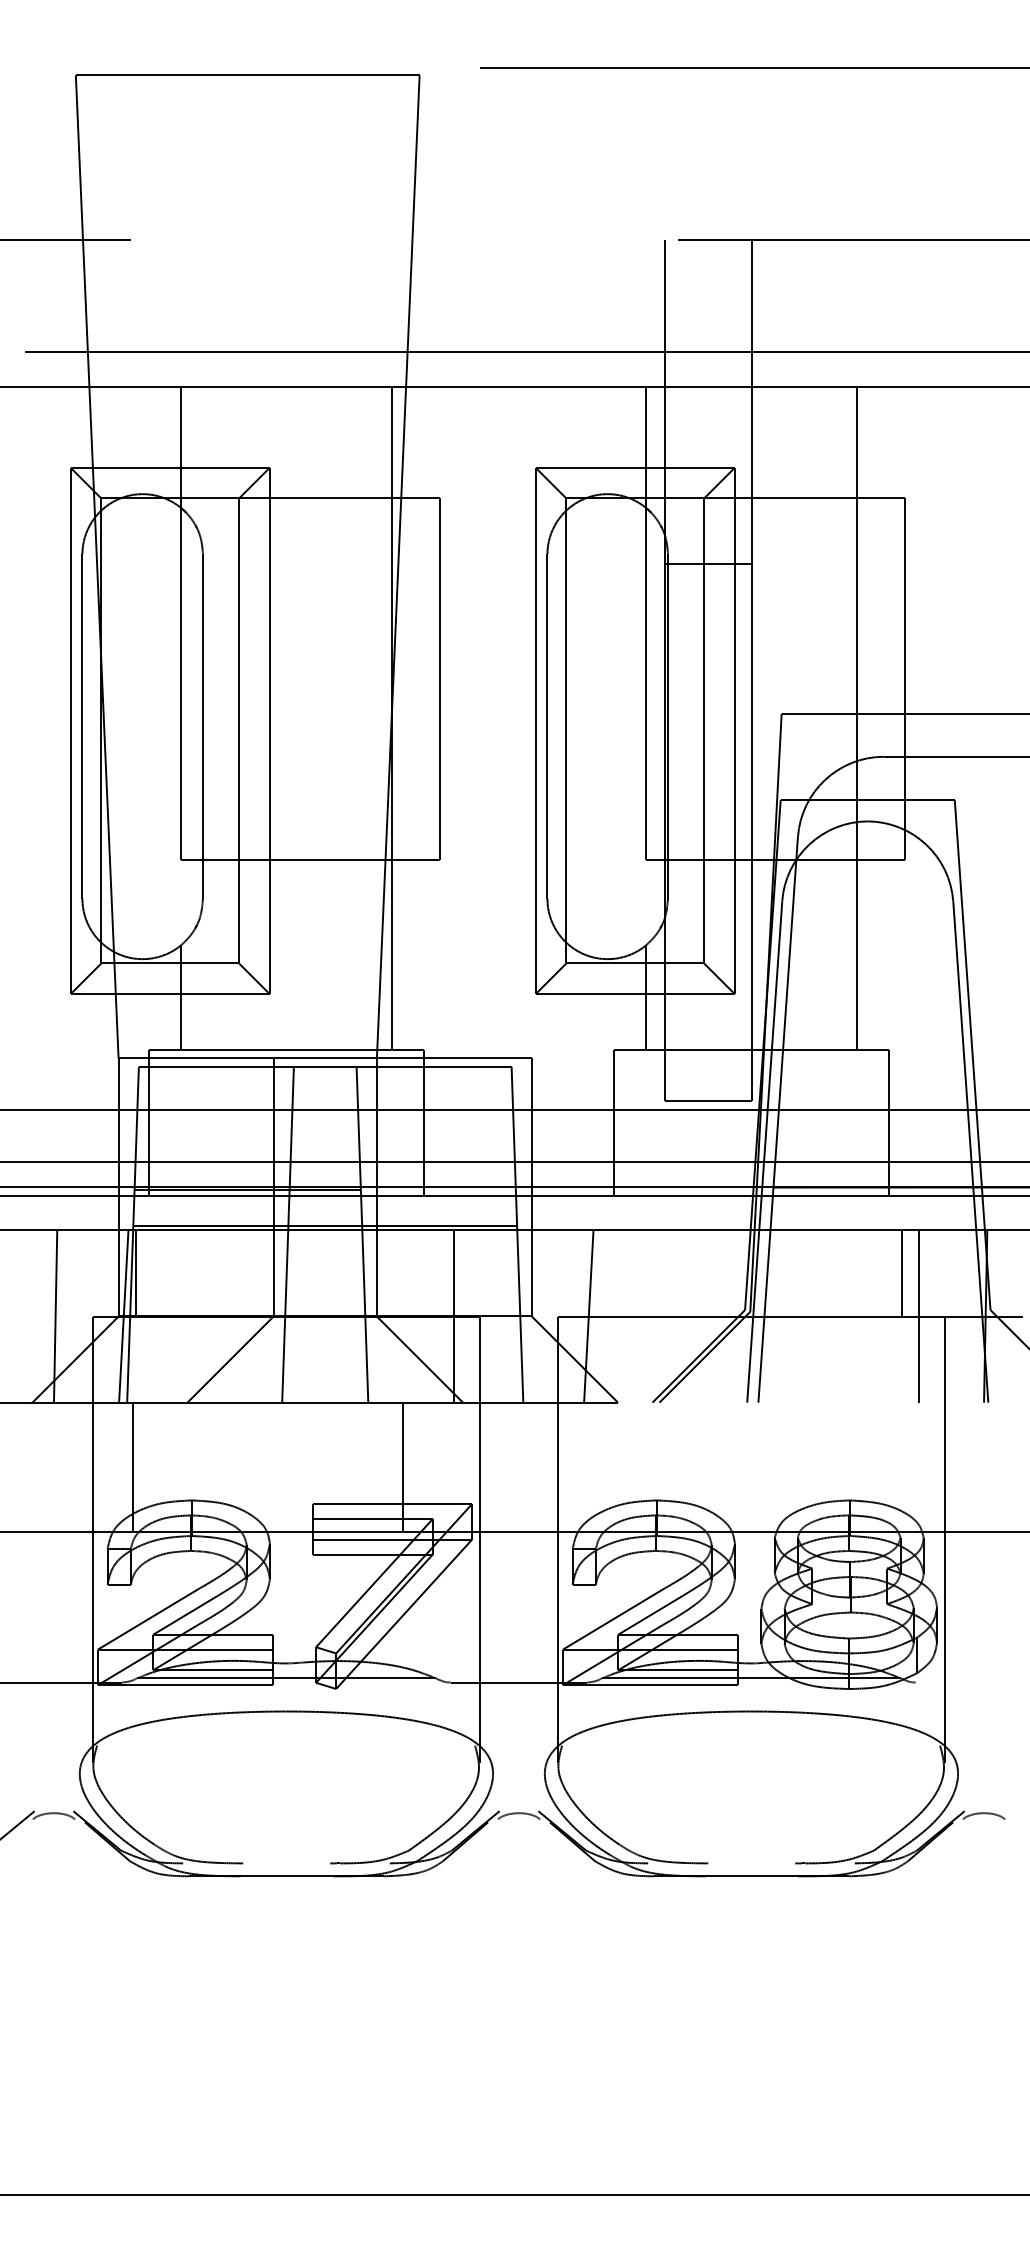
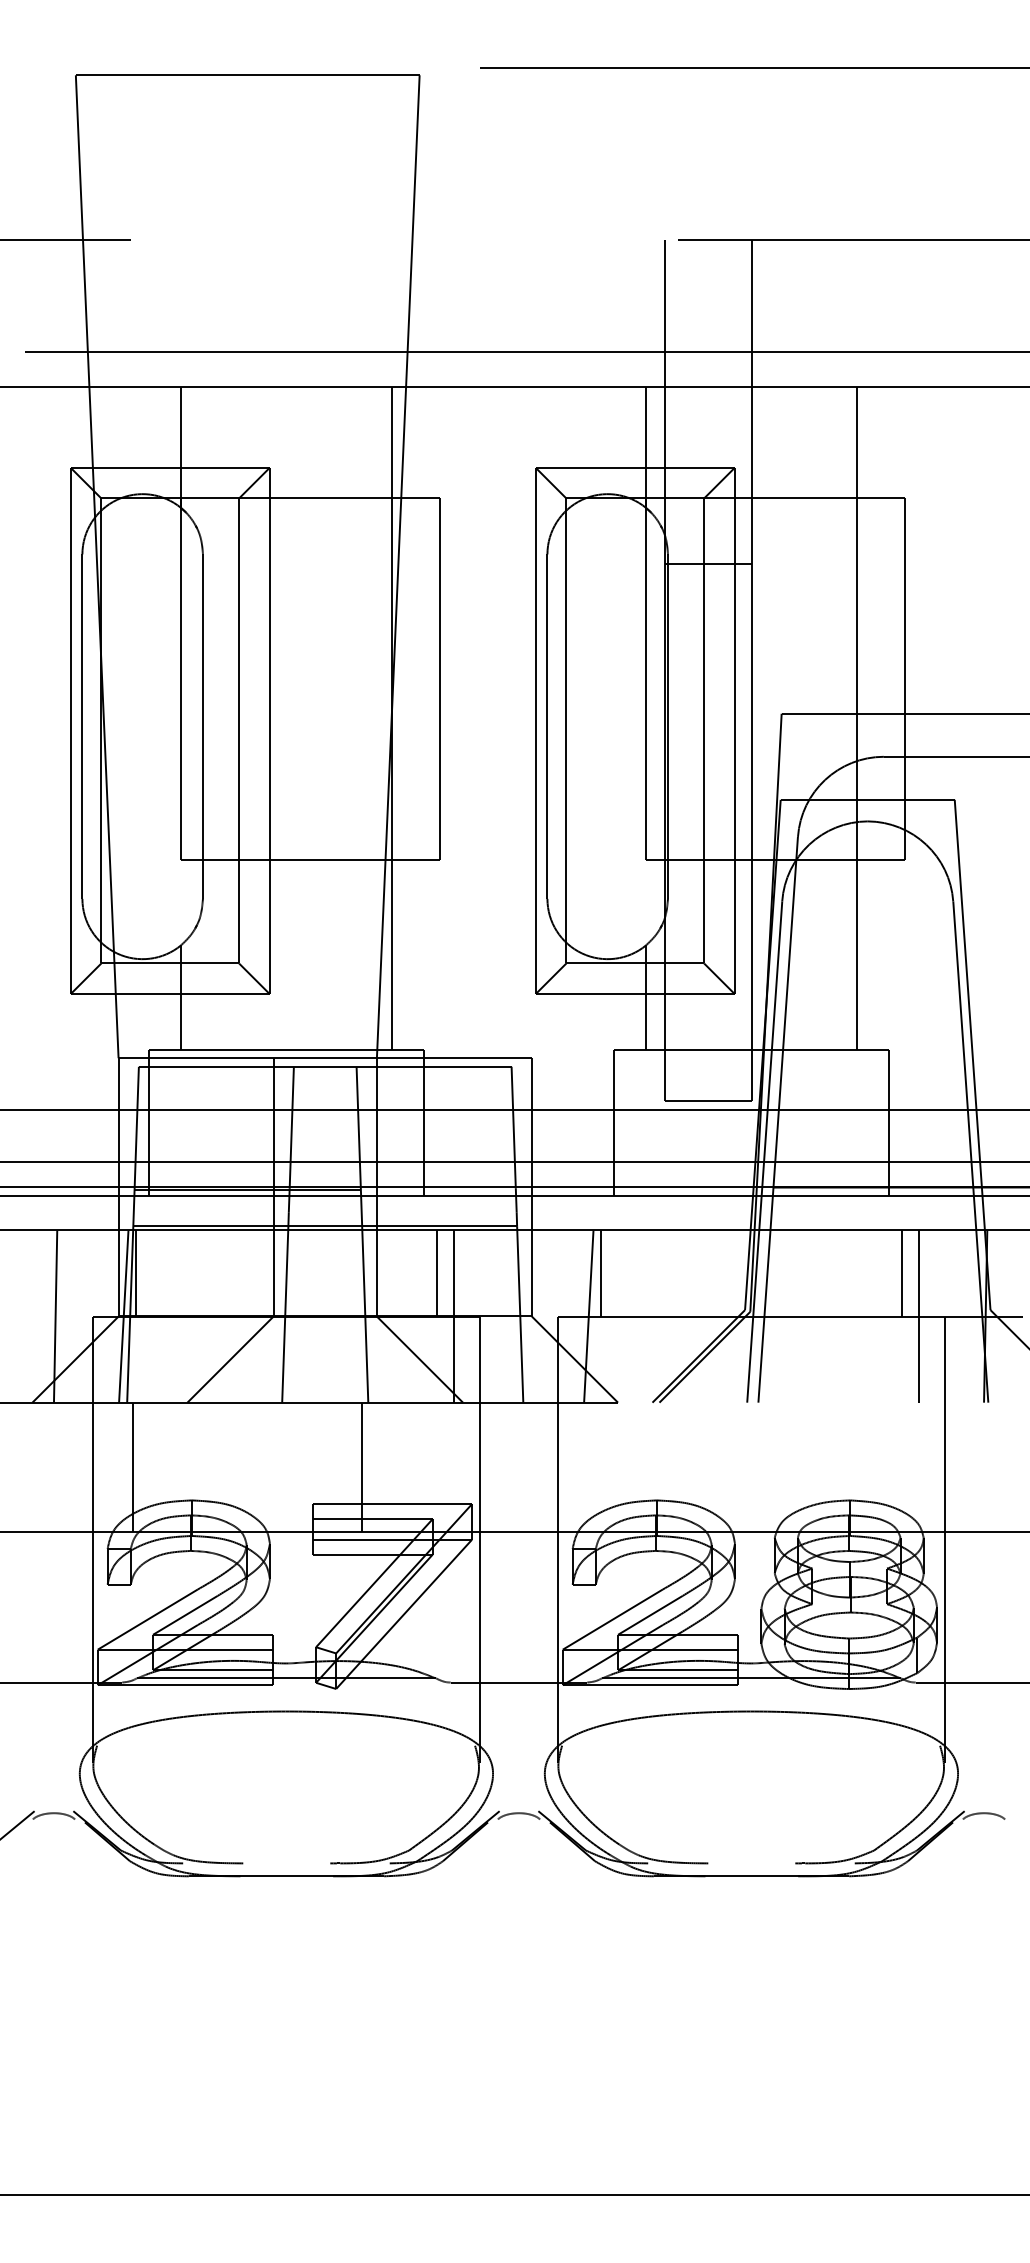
line at (437, 1273): none -> present
line at (600, 1273): none -> present
line at (403, 1466) position: (403, 1466) -> (362, 1466)
line at (970, 1682): none -> present
